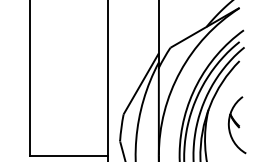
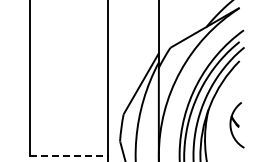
part at (236, 125) size: 20x59 px -> 16x47 px
line at (69, 155): solid -> dashed
